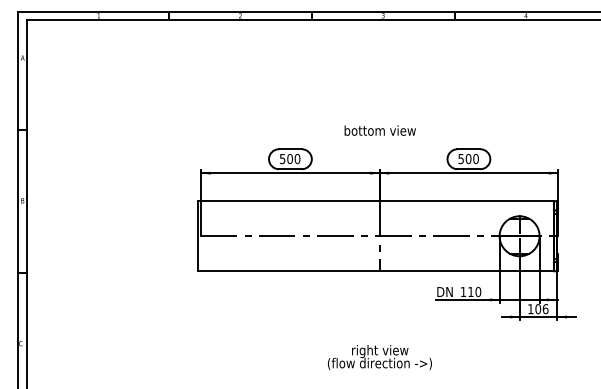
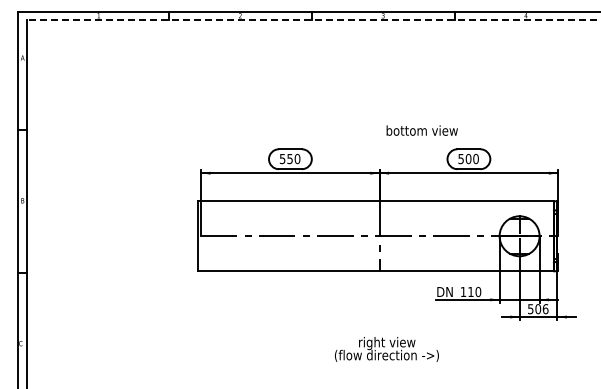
line at (313, 20): solid -> dashed
text at (379, 130) position: (379, 130) -> (421, 130)
text at (289, 159): 500 -> 550
text at (530, 309): 106 -> 506
text at (379, 357) position: (379, 357) -> (386, 349)
